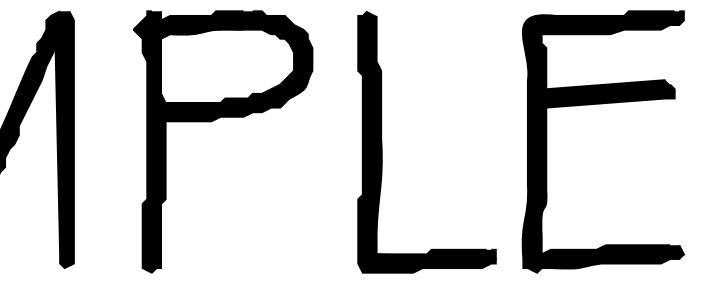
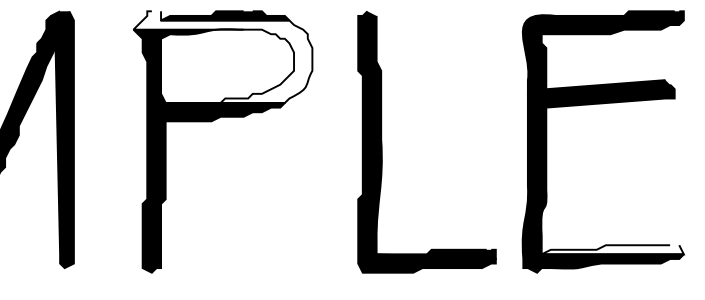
fill at (222, 56): present -> none
fill at (612, 249): present -> none
